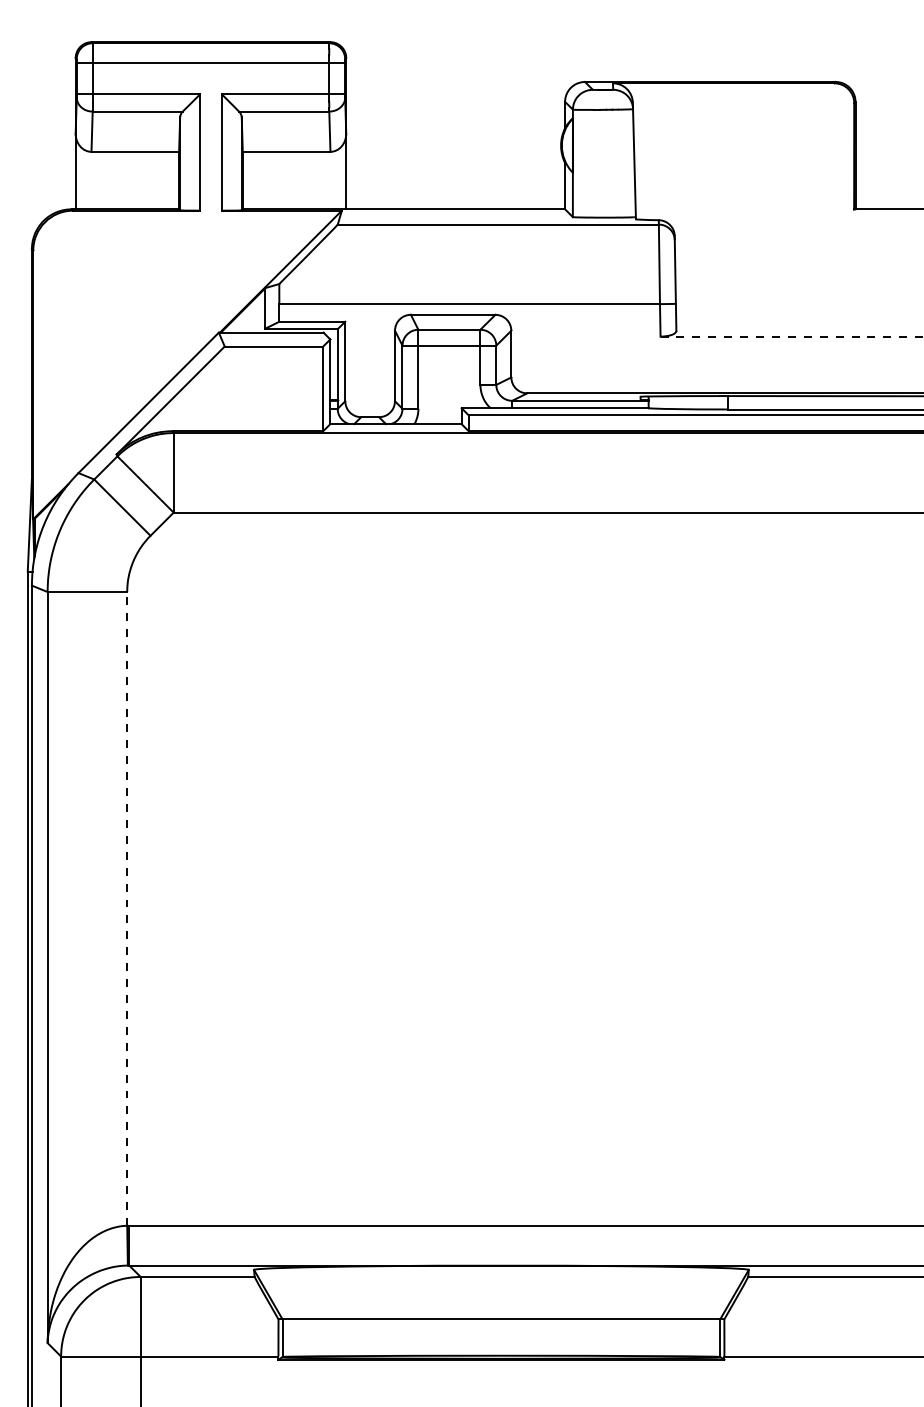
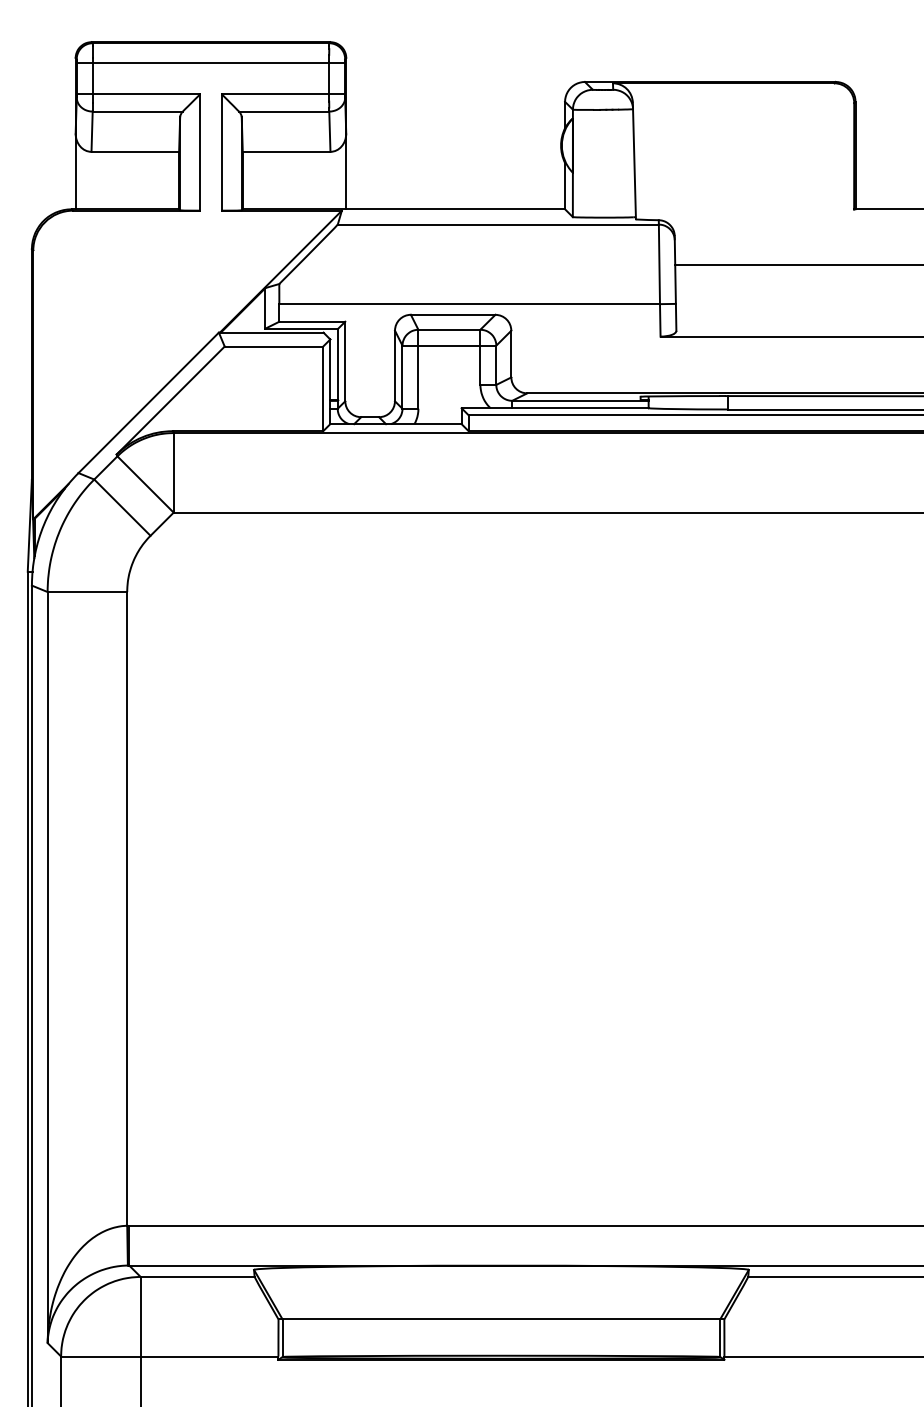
line at (797, 265): none -> present
line at (791, 336): dashed -> solid
line at (127, 908): dashed -> solid
